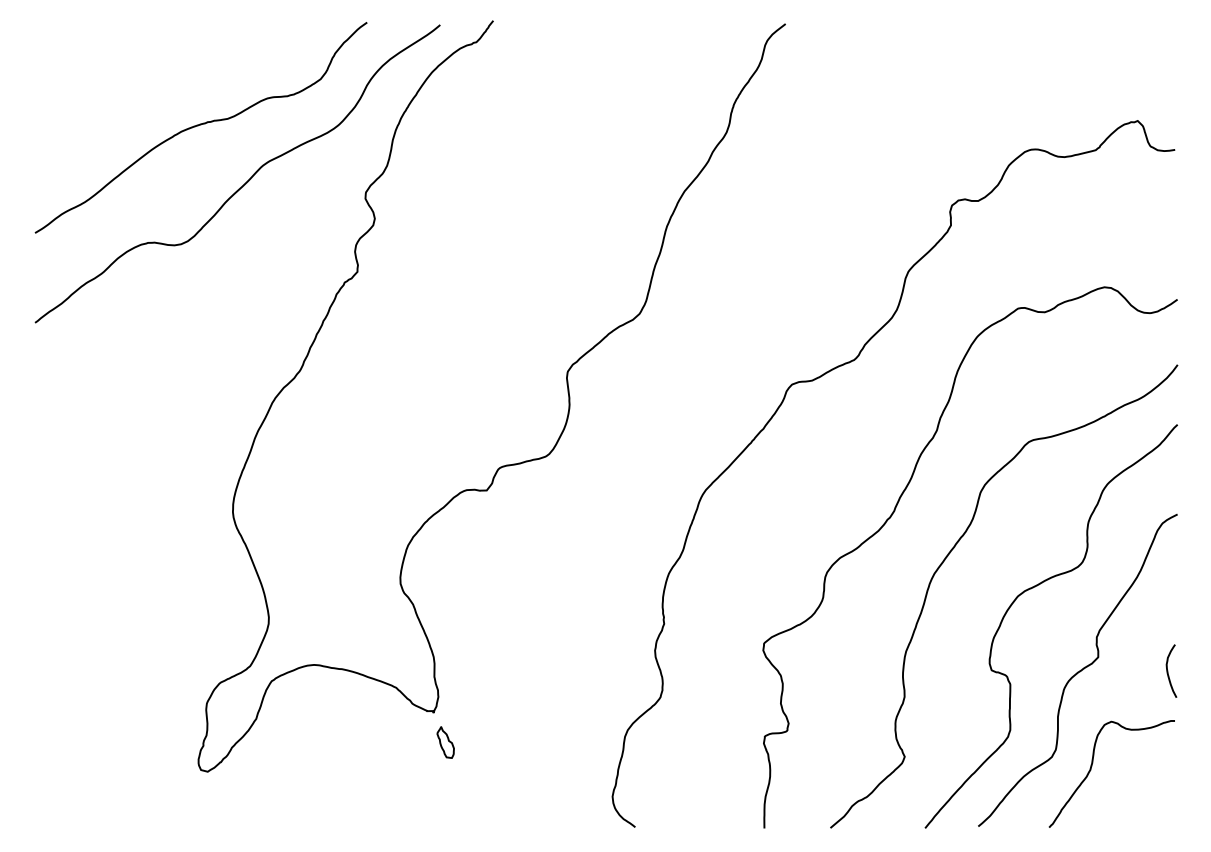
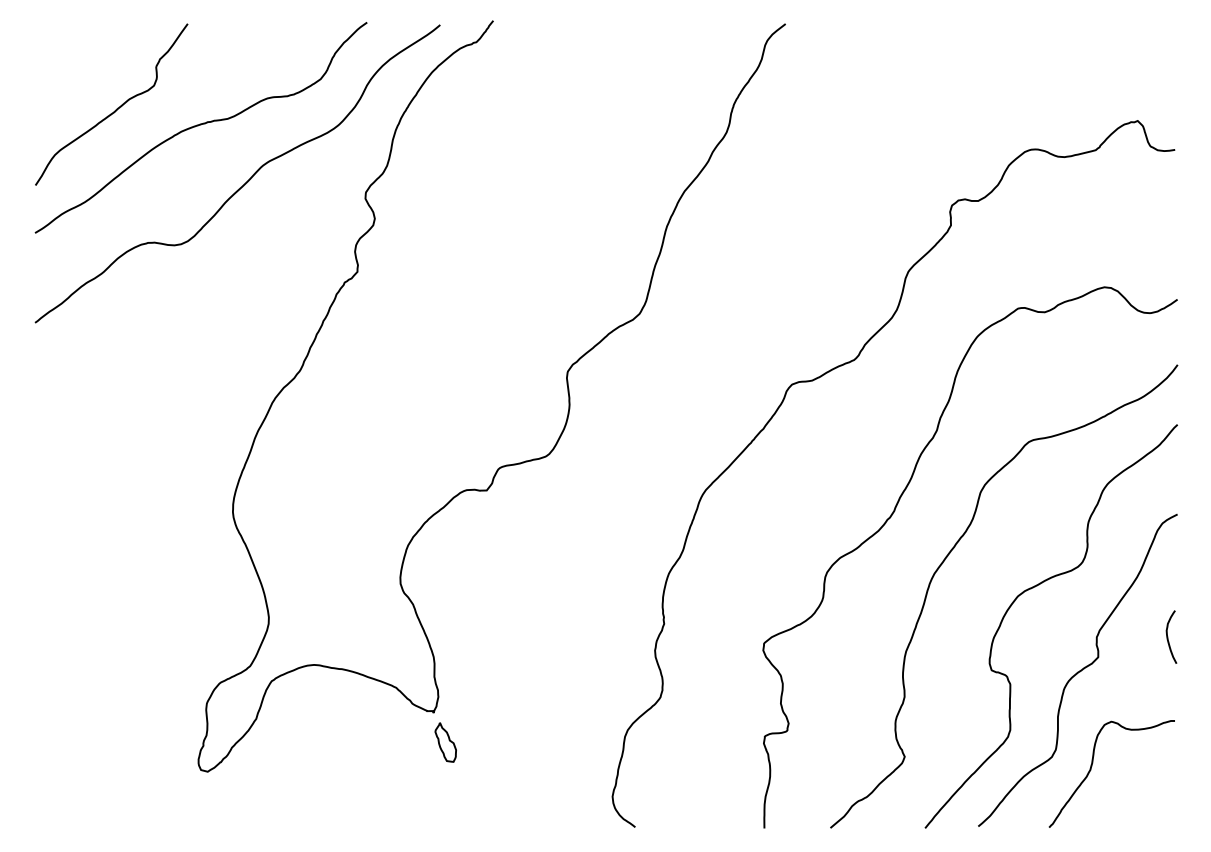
curve at (116, 108): none -> present
curve at (1168, 670) position: (1168, 670) -> (1168, 636)
part at (445, 742) size: 19x33 px -> 23x41 px
